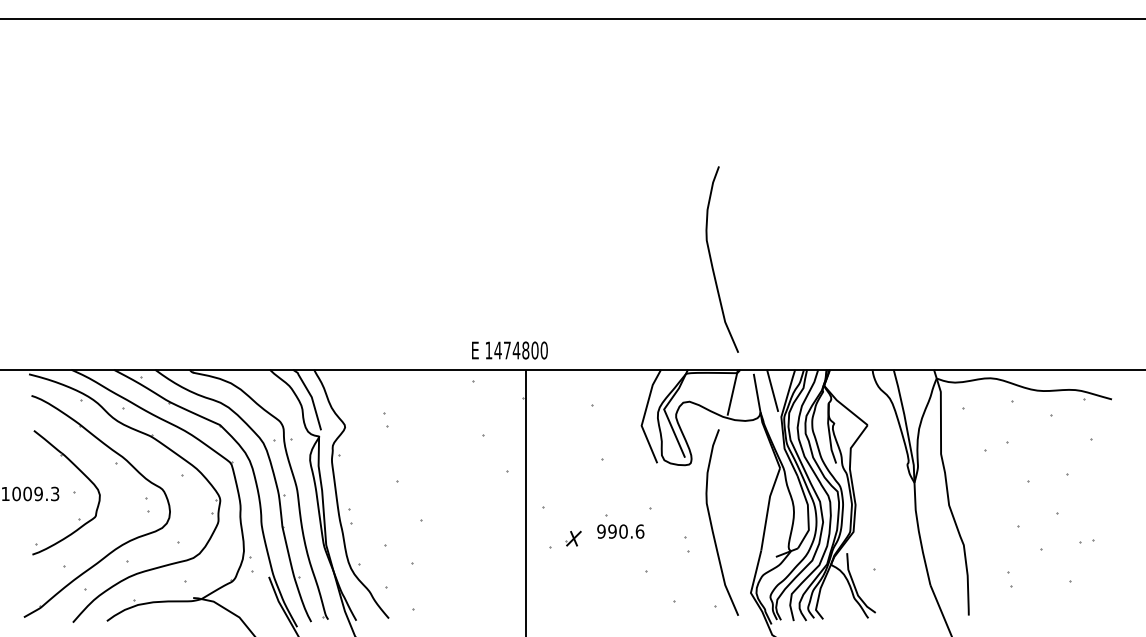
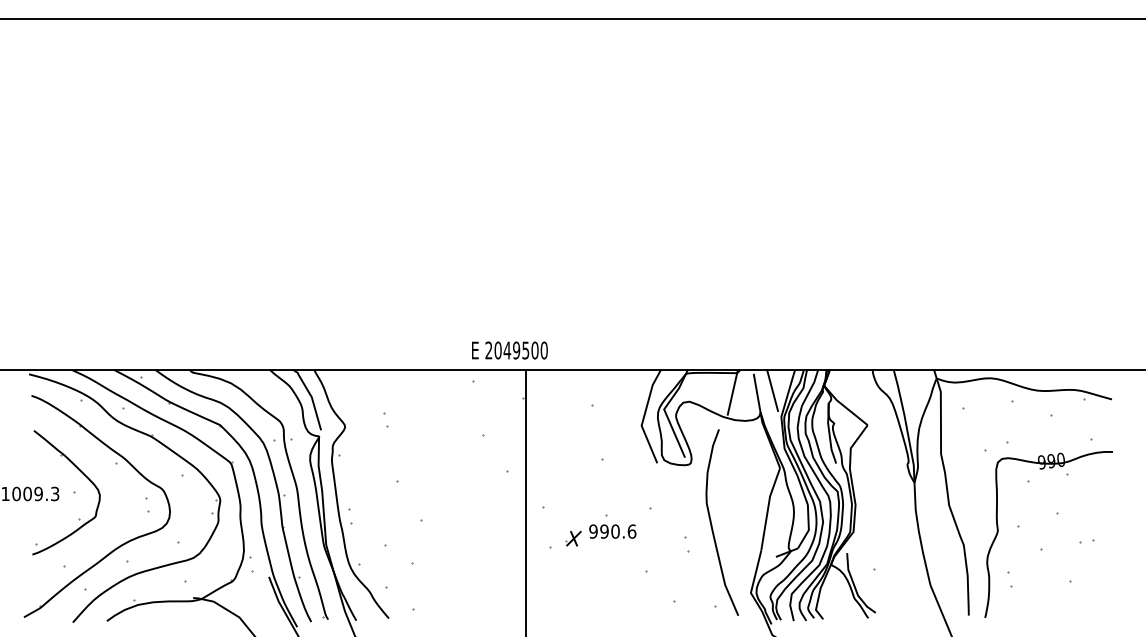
curve at (712, 261): present -> none
text at (507, 350): 1474800 -> 2049500
text at (620, 531) position: (620, 531) -> (612, 531)
part at (998, 533): none -> present
